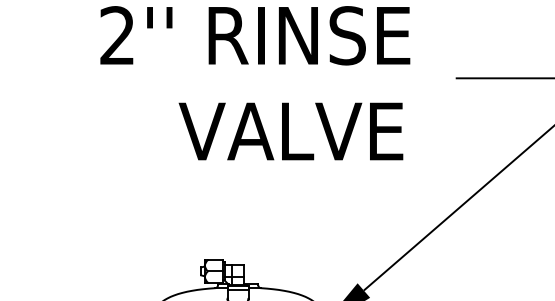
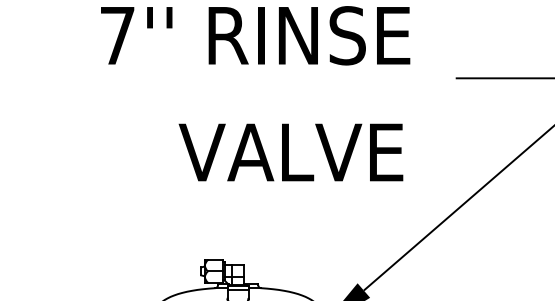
text at (117, 35): 2'' -> 7''
text at (290, 131) position: (290, 131) -> (290, 152)
